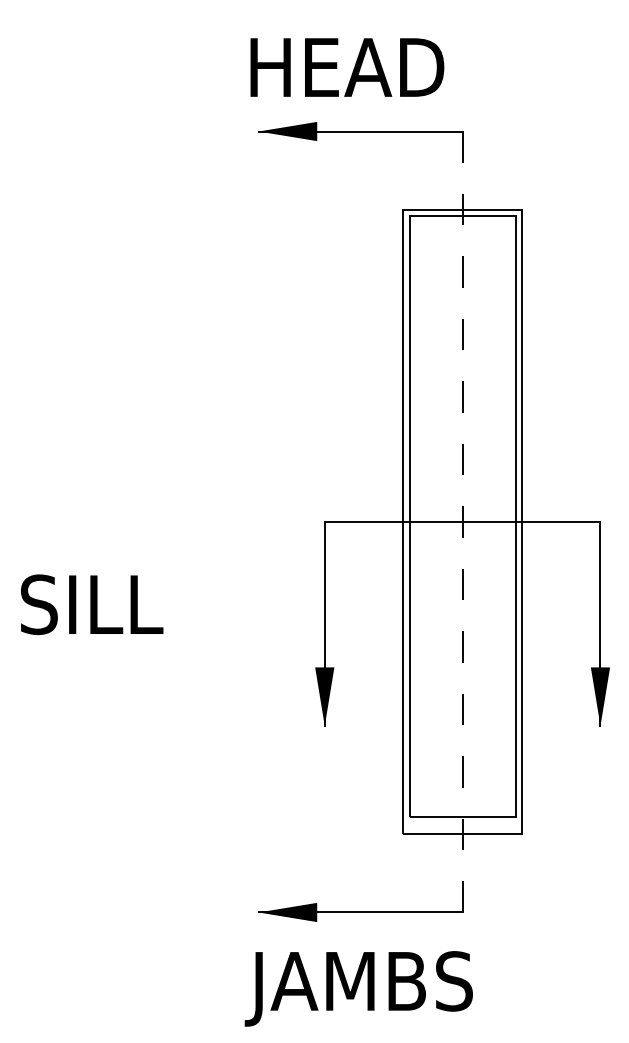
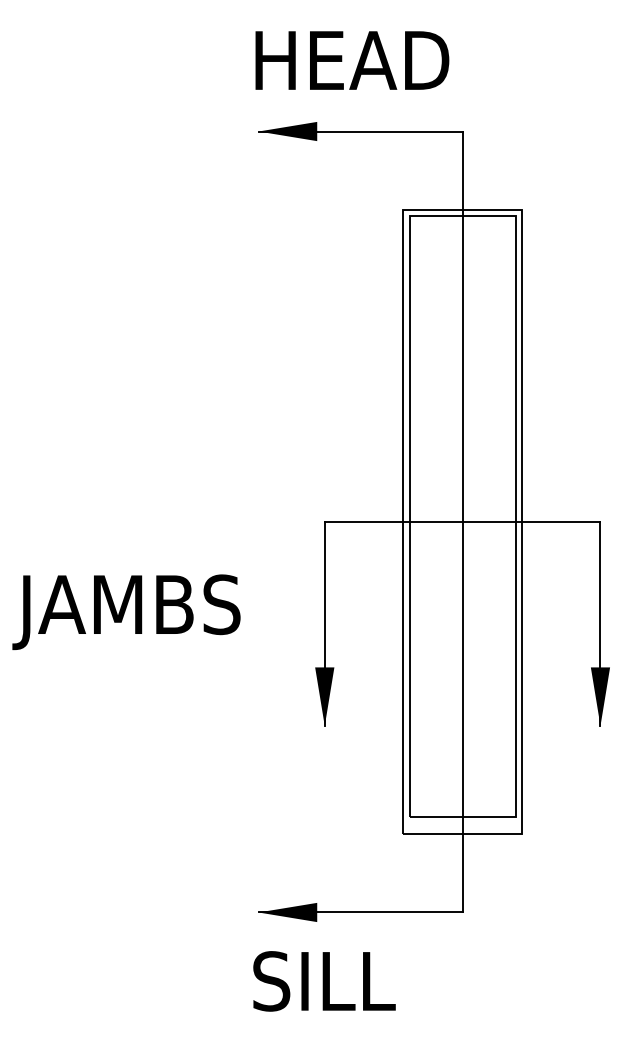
text at (347, 67) position: (347, 67) -> (352, 60)
line at (462, 522): dashed -> solid
text at (126, 612): SILL -> JAMBS
text at (358, 988): JAMBS -> SILL
